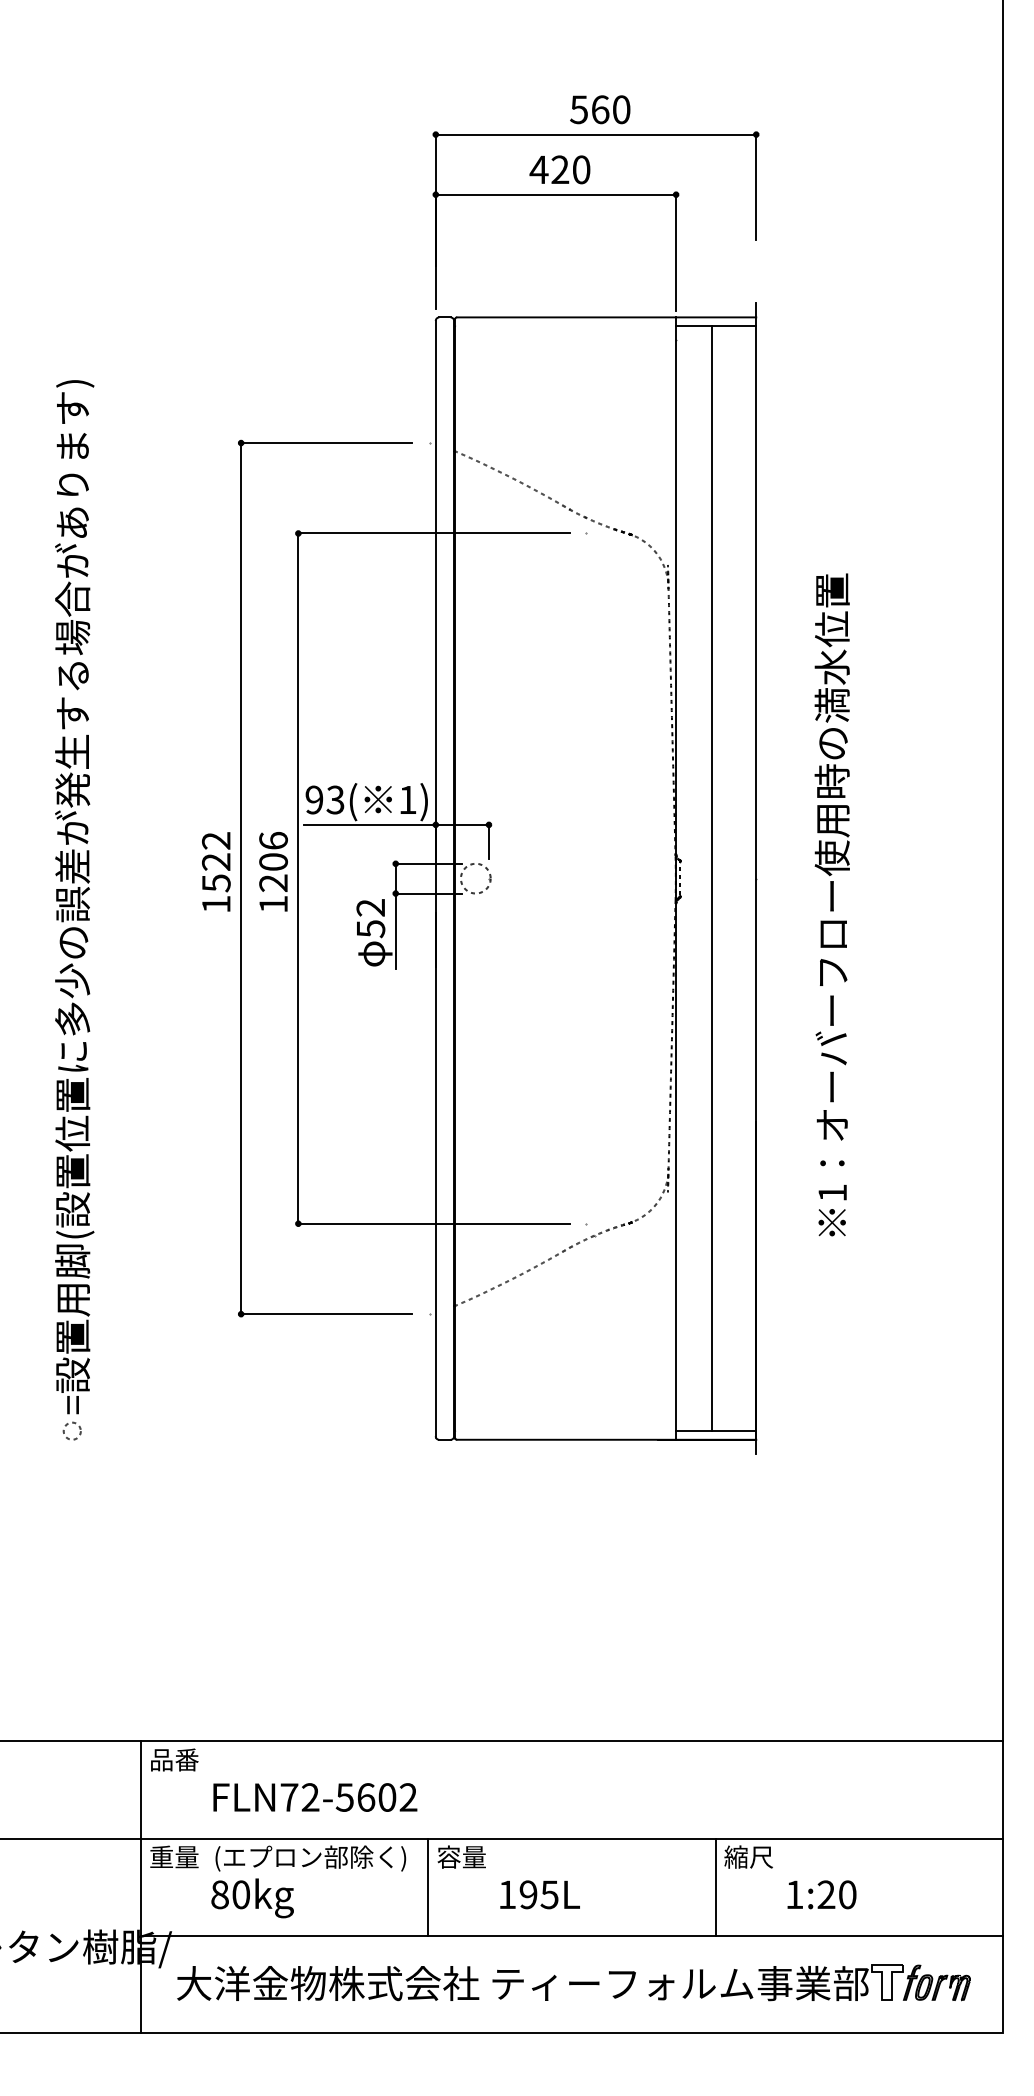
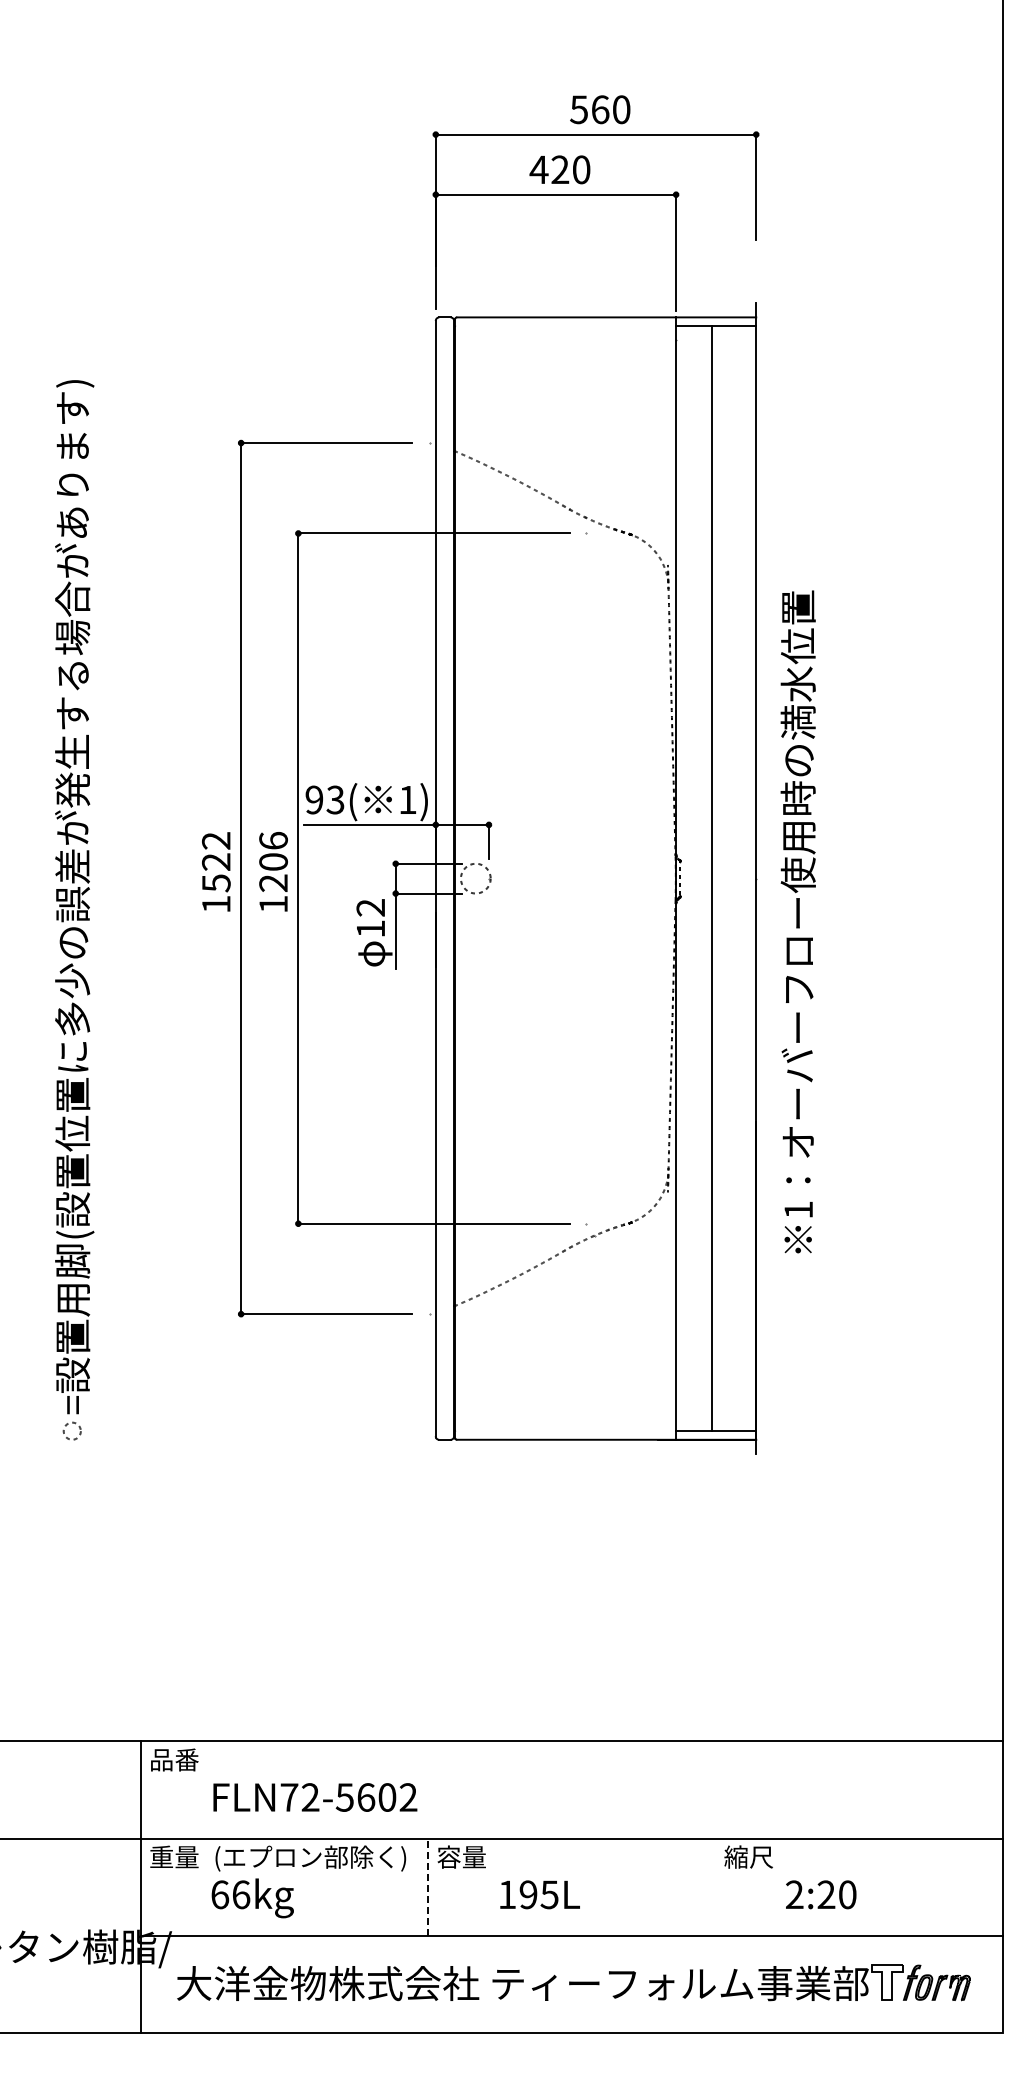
text at (831, 904) position: (831, 904) -> (797, 921)
text at (371, 929): 52 -> 12
line at (715, 1886): present -> none
line at (428, 1887): solid -> dashed
text at (230, 1894): 80kg -> 66kg
text at (794, 1894): 1:20 -> 2:20
